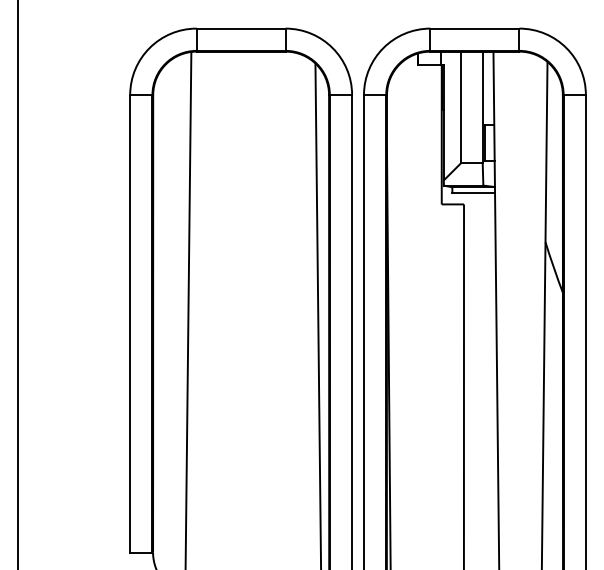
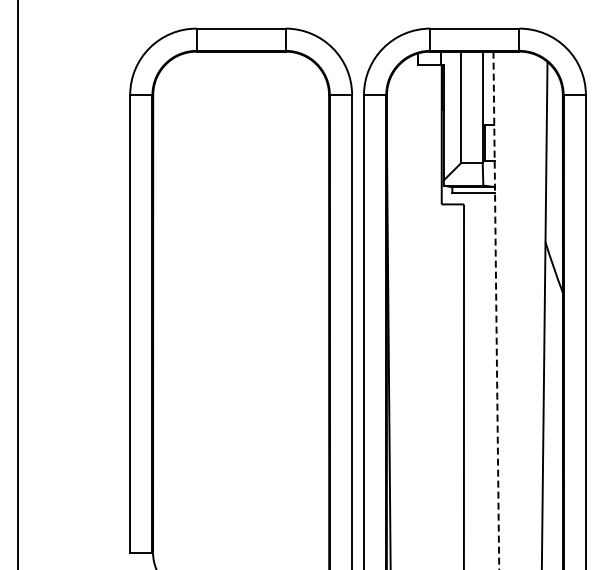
line at (188, 308): present -> none
line at (496, 310): solid -> dashed
line at (318, 314): present -> none
